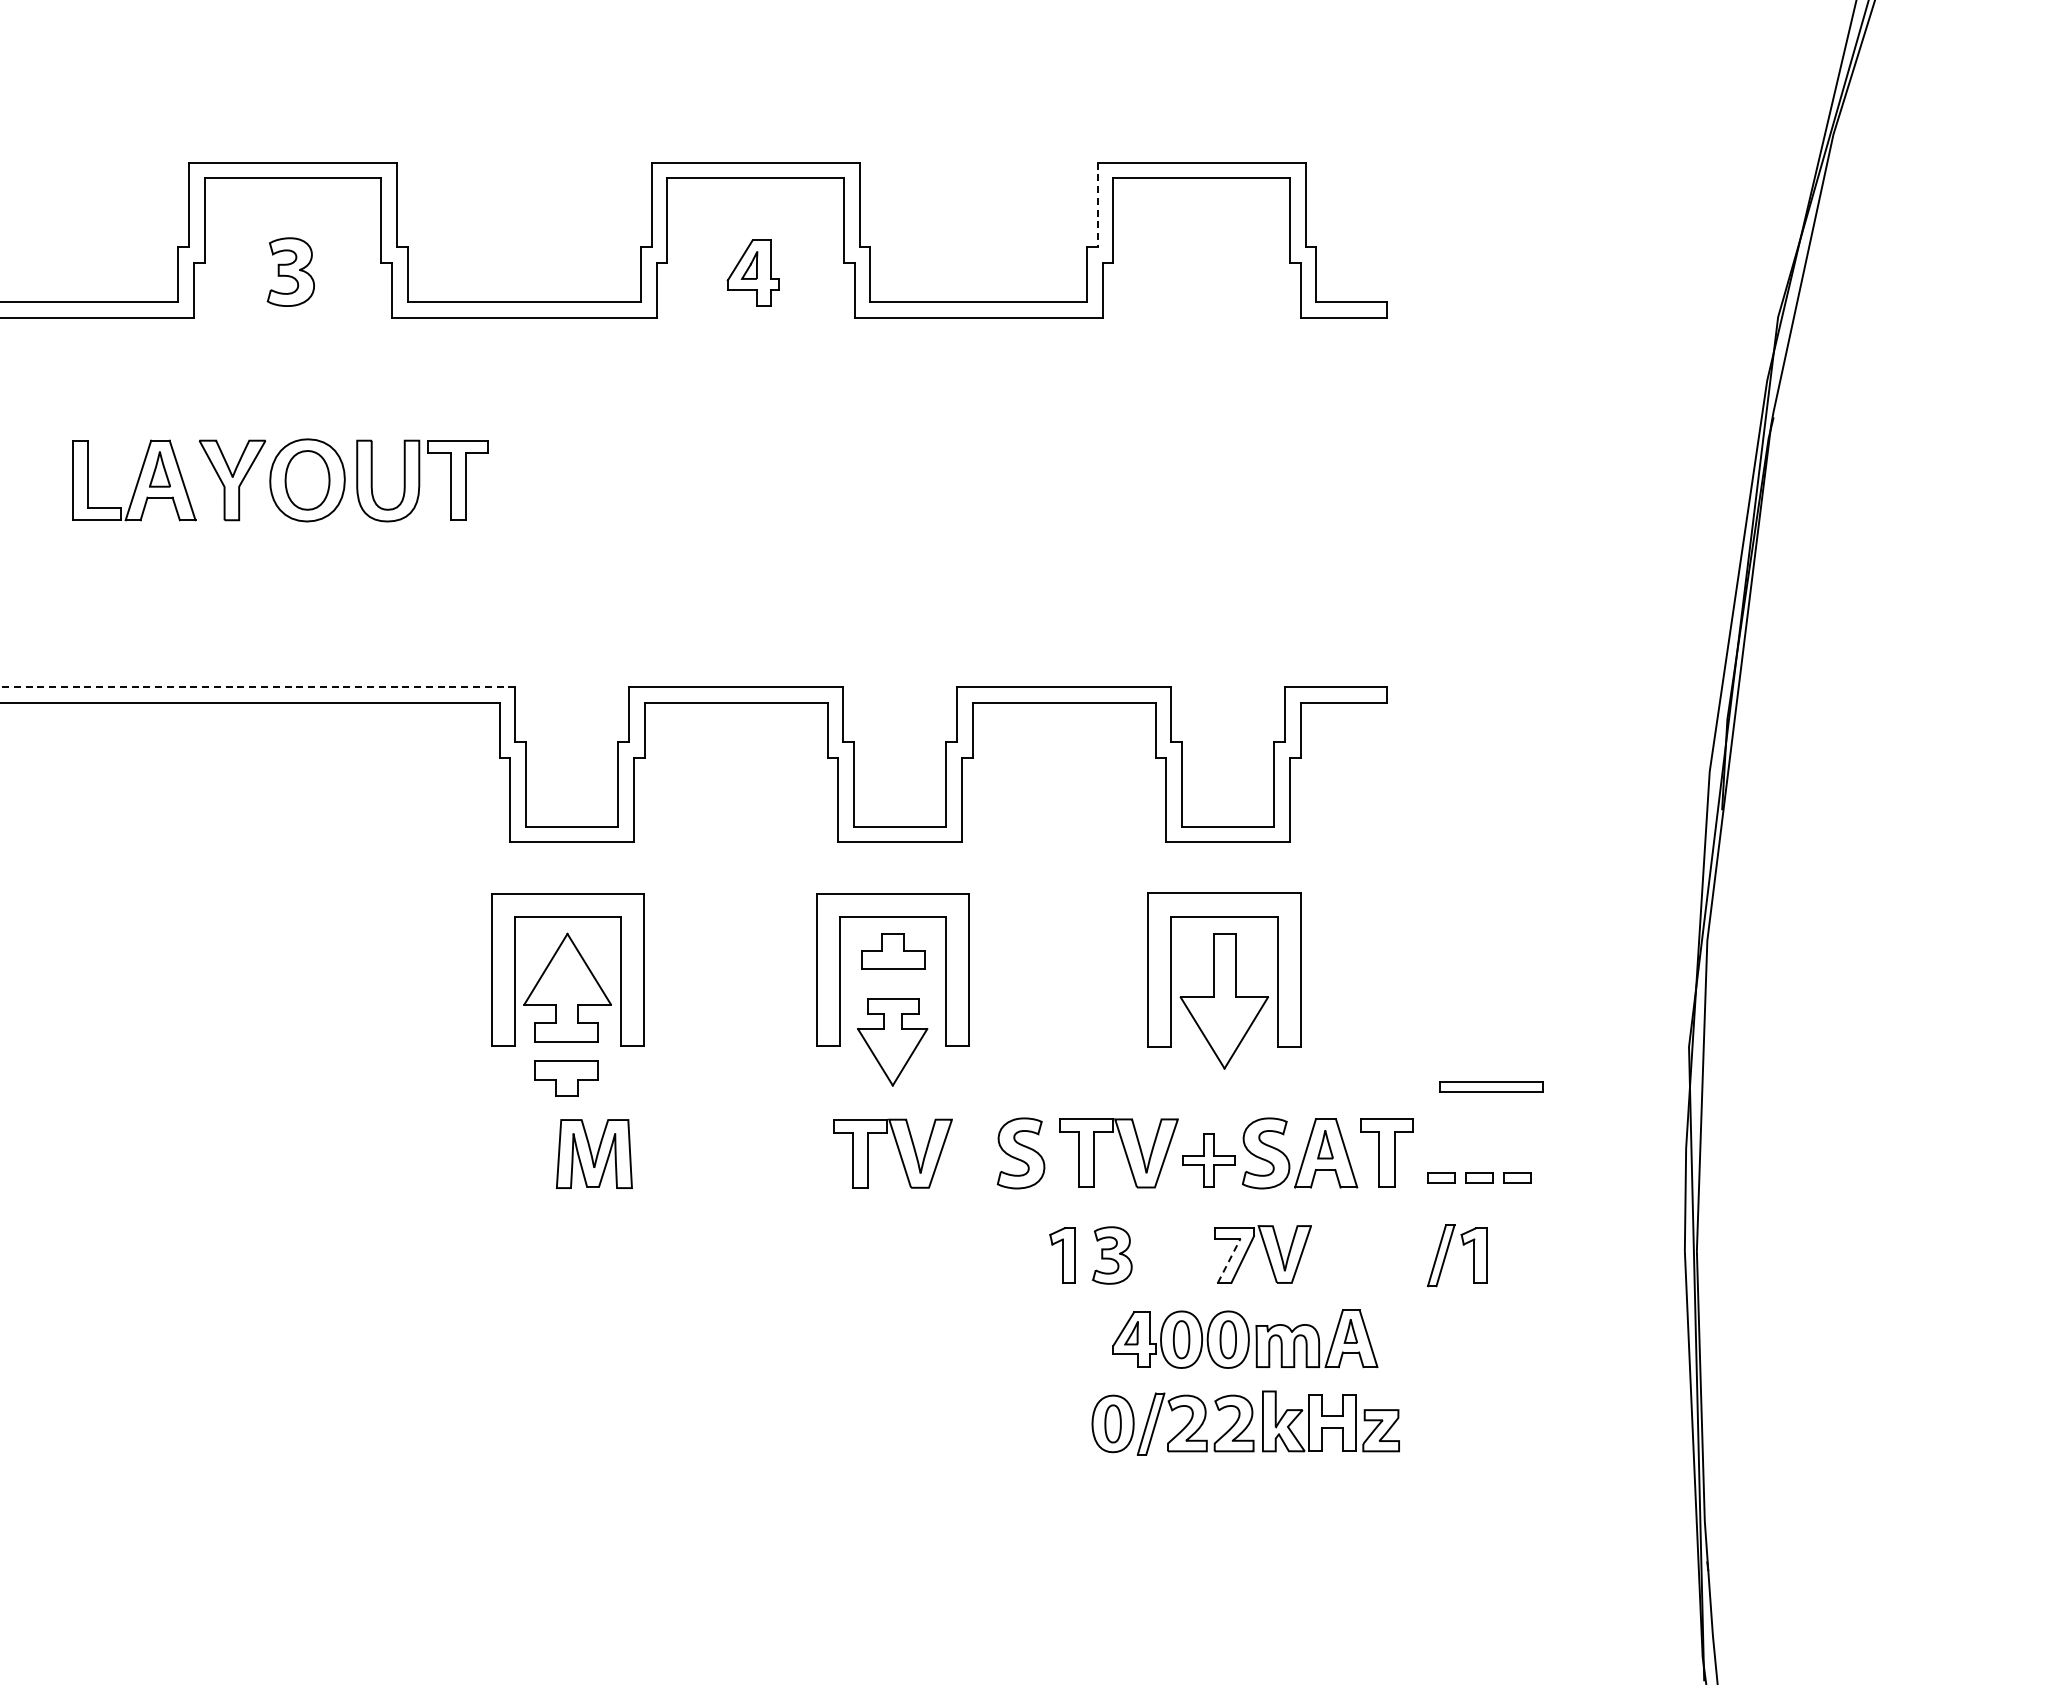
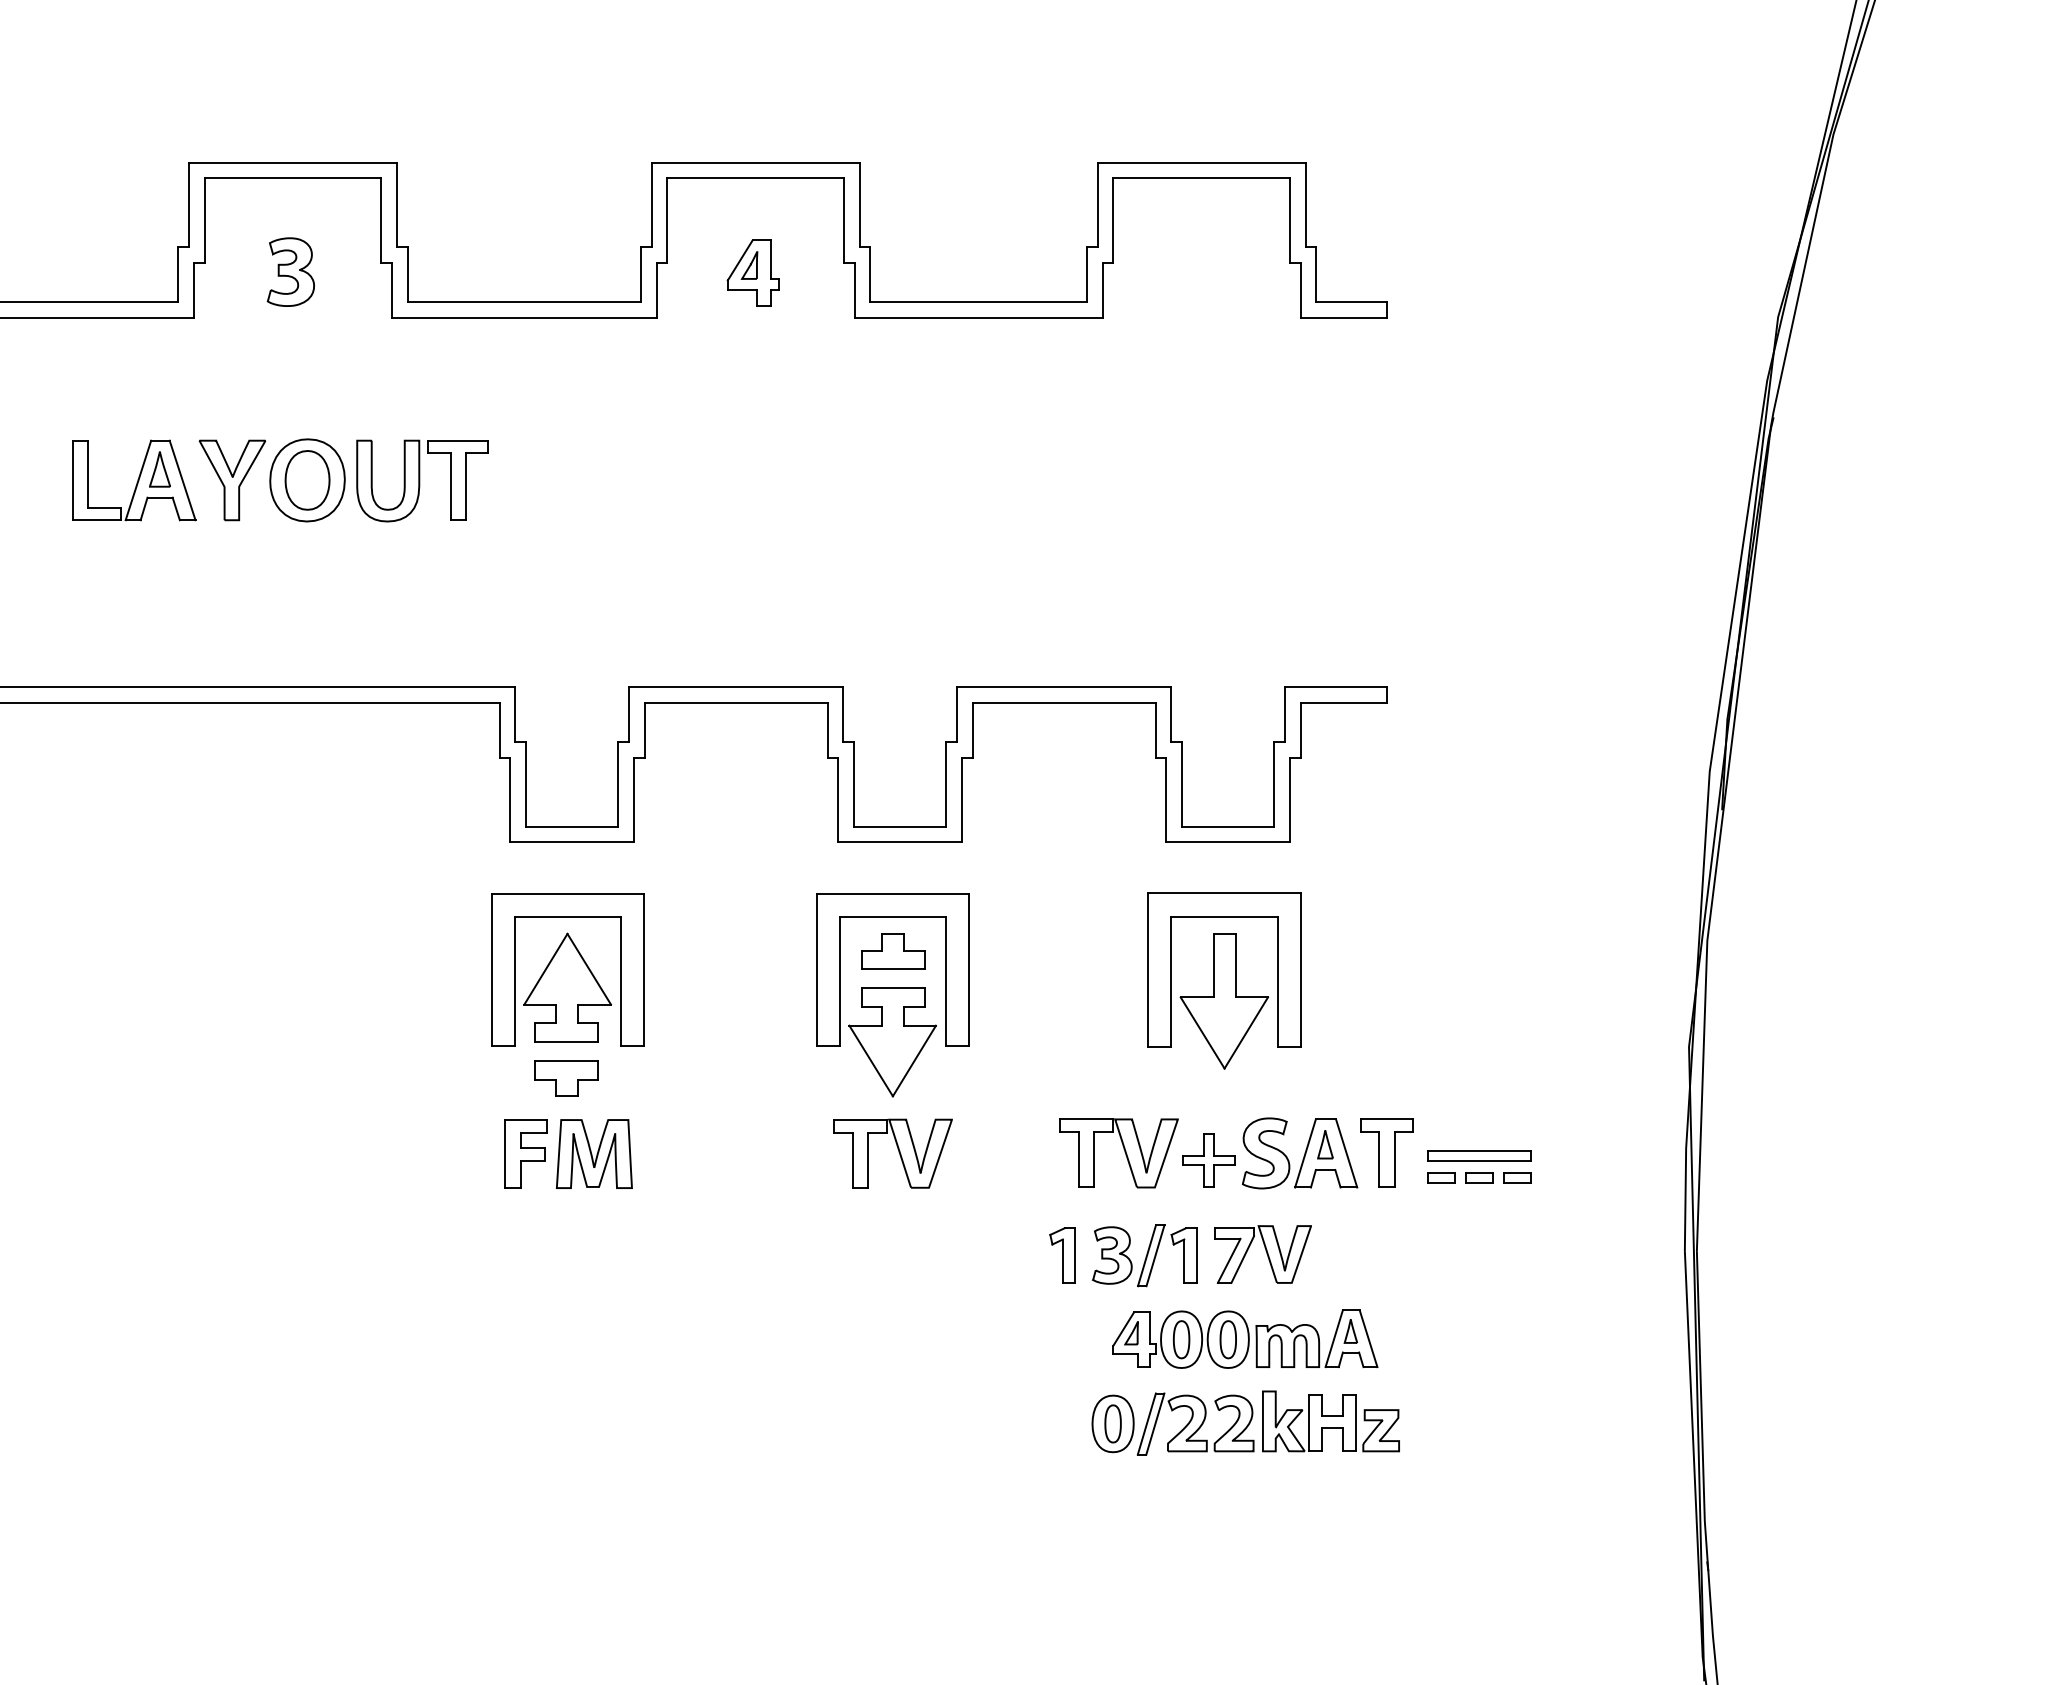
line at (1097, 205): dashed -> solid
line at (257, 687): dashed -> solid
part at (892, 1042) size: 72x89 px -> 89x111 px
part at (1491, 1086) position: (1491, 1086) -> (1479, 1155)
part at (525, 1153): none -> present
part at (1021, 1153): present -> none
part at (1447, 1253) position: (1447, 1253) -> (1157, 1253)
line at (1229, 1260): dashed -> solid
